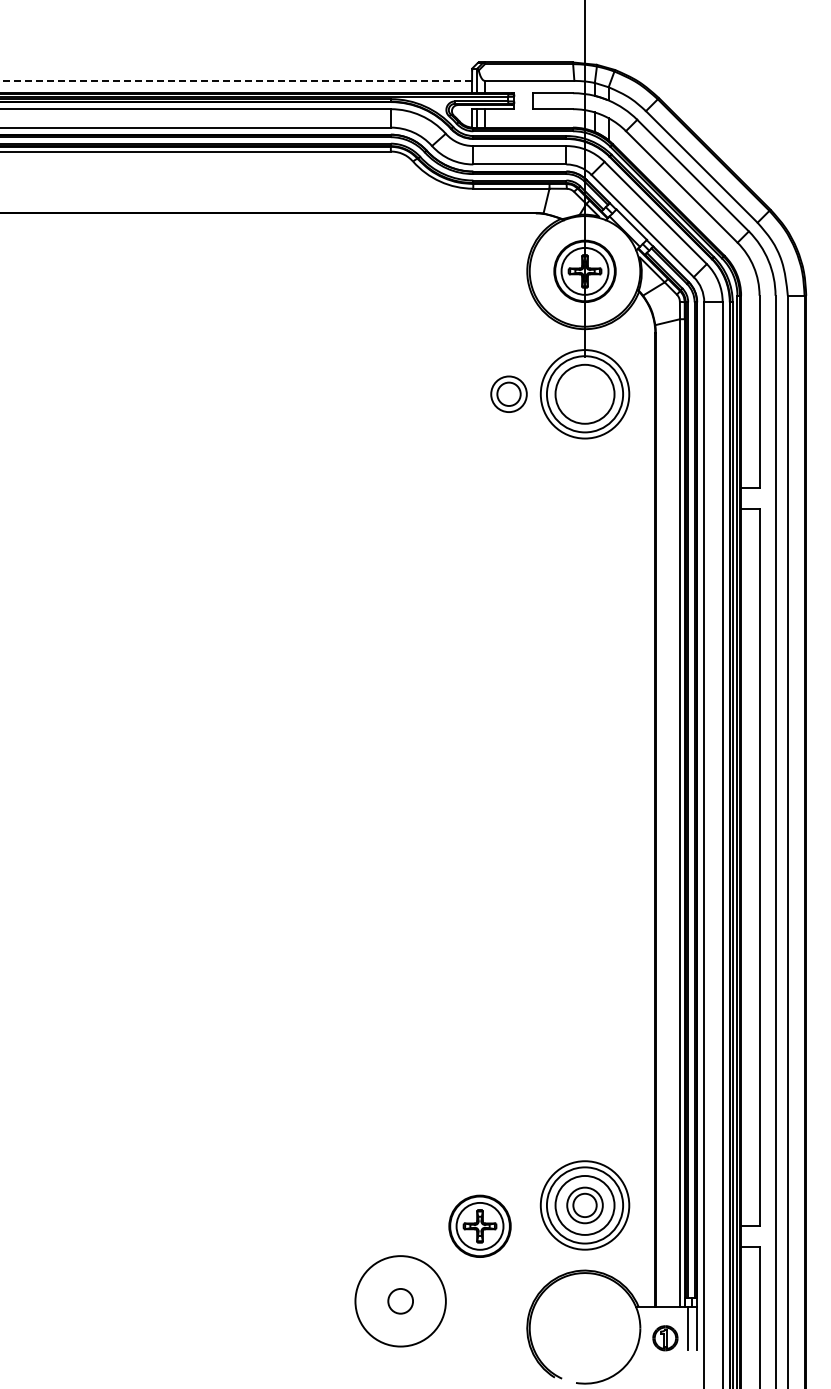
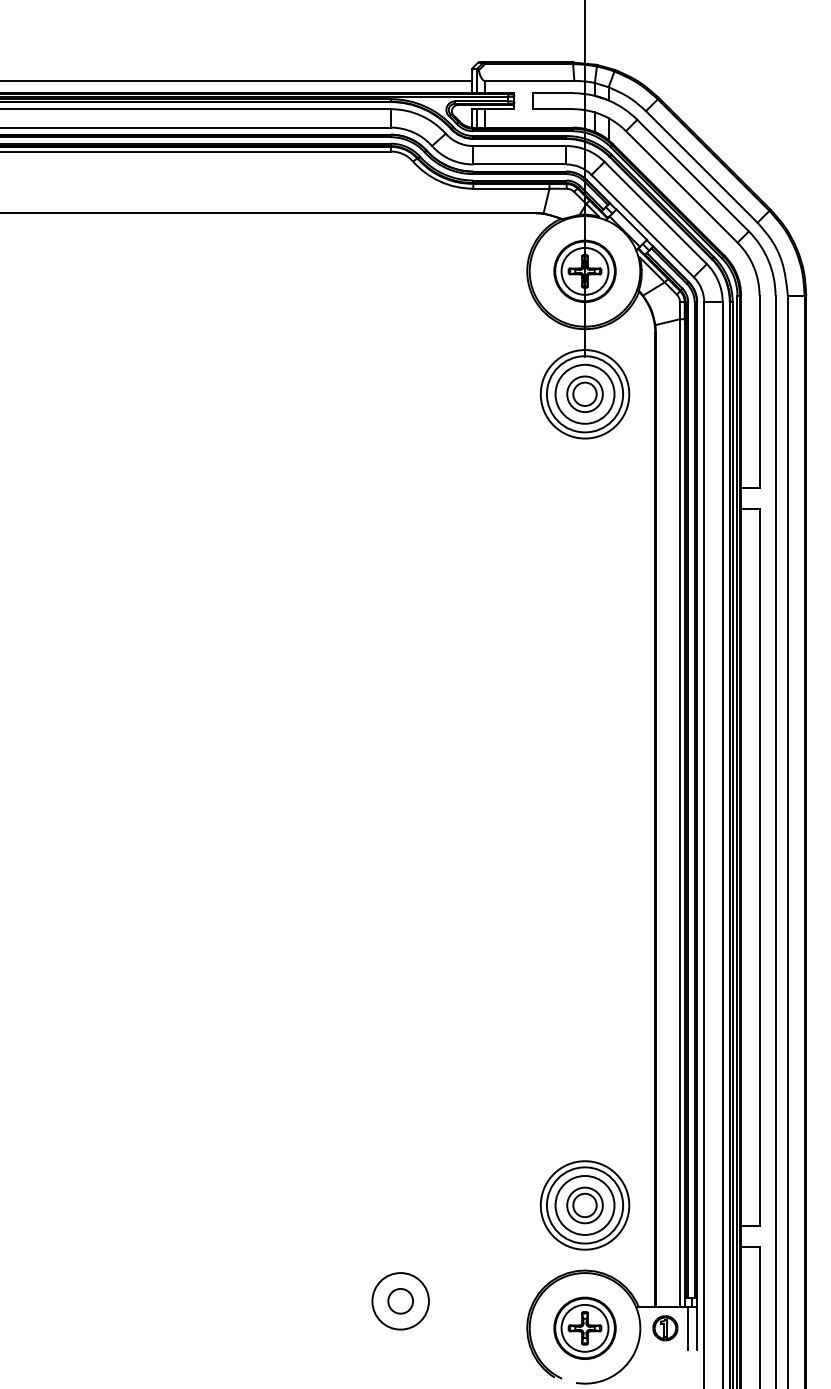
line at (236, 80): dashed -> solid
part at (508, 393) position: (508, 393) -> (584, 393)
part at (479, 1225) position: (479, 1225) -> (584, 1327)
circle at (400, 1301) diameter: 90 px -> 57 px
part at (665, 1338) position: (665, 1338) -> (665, 1328)
